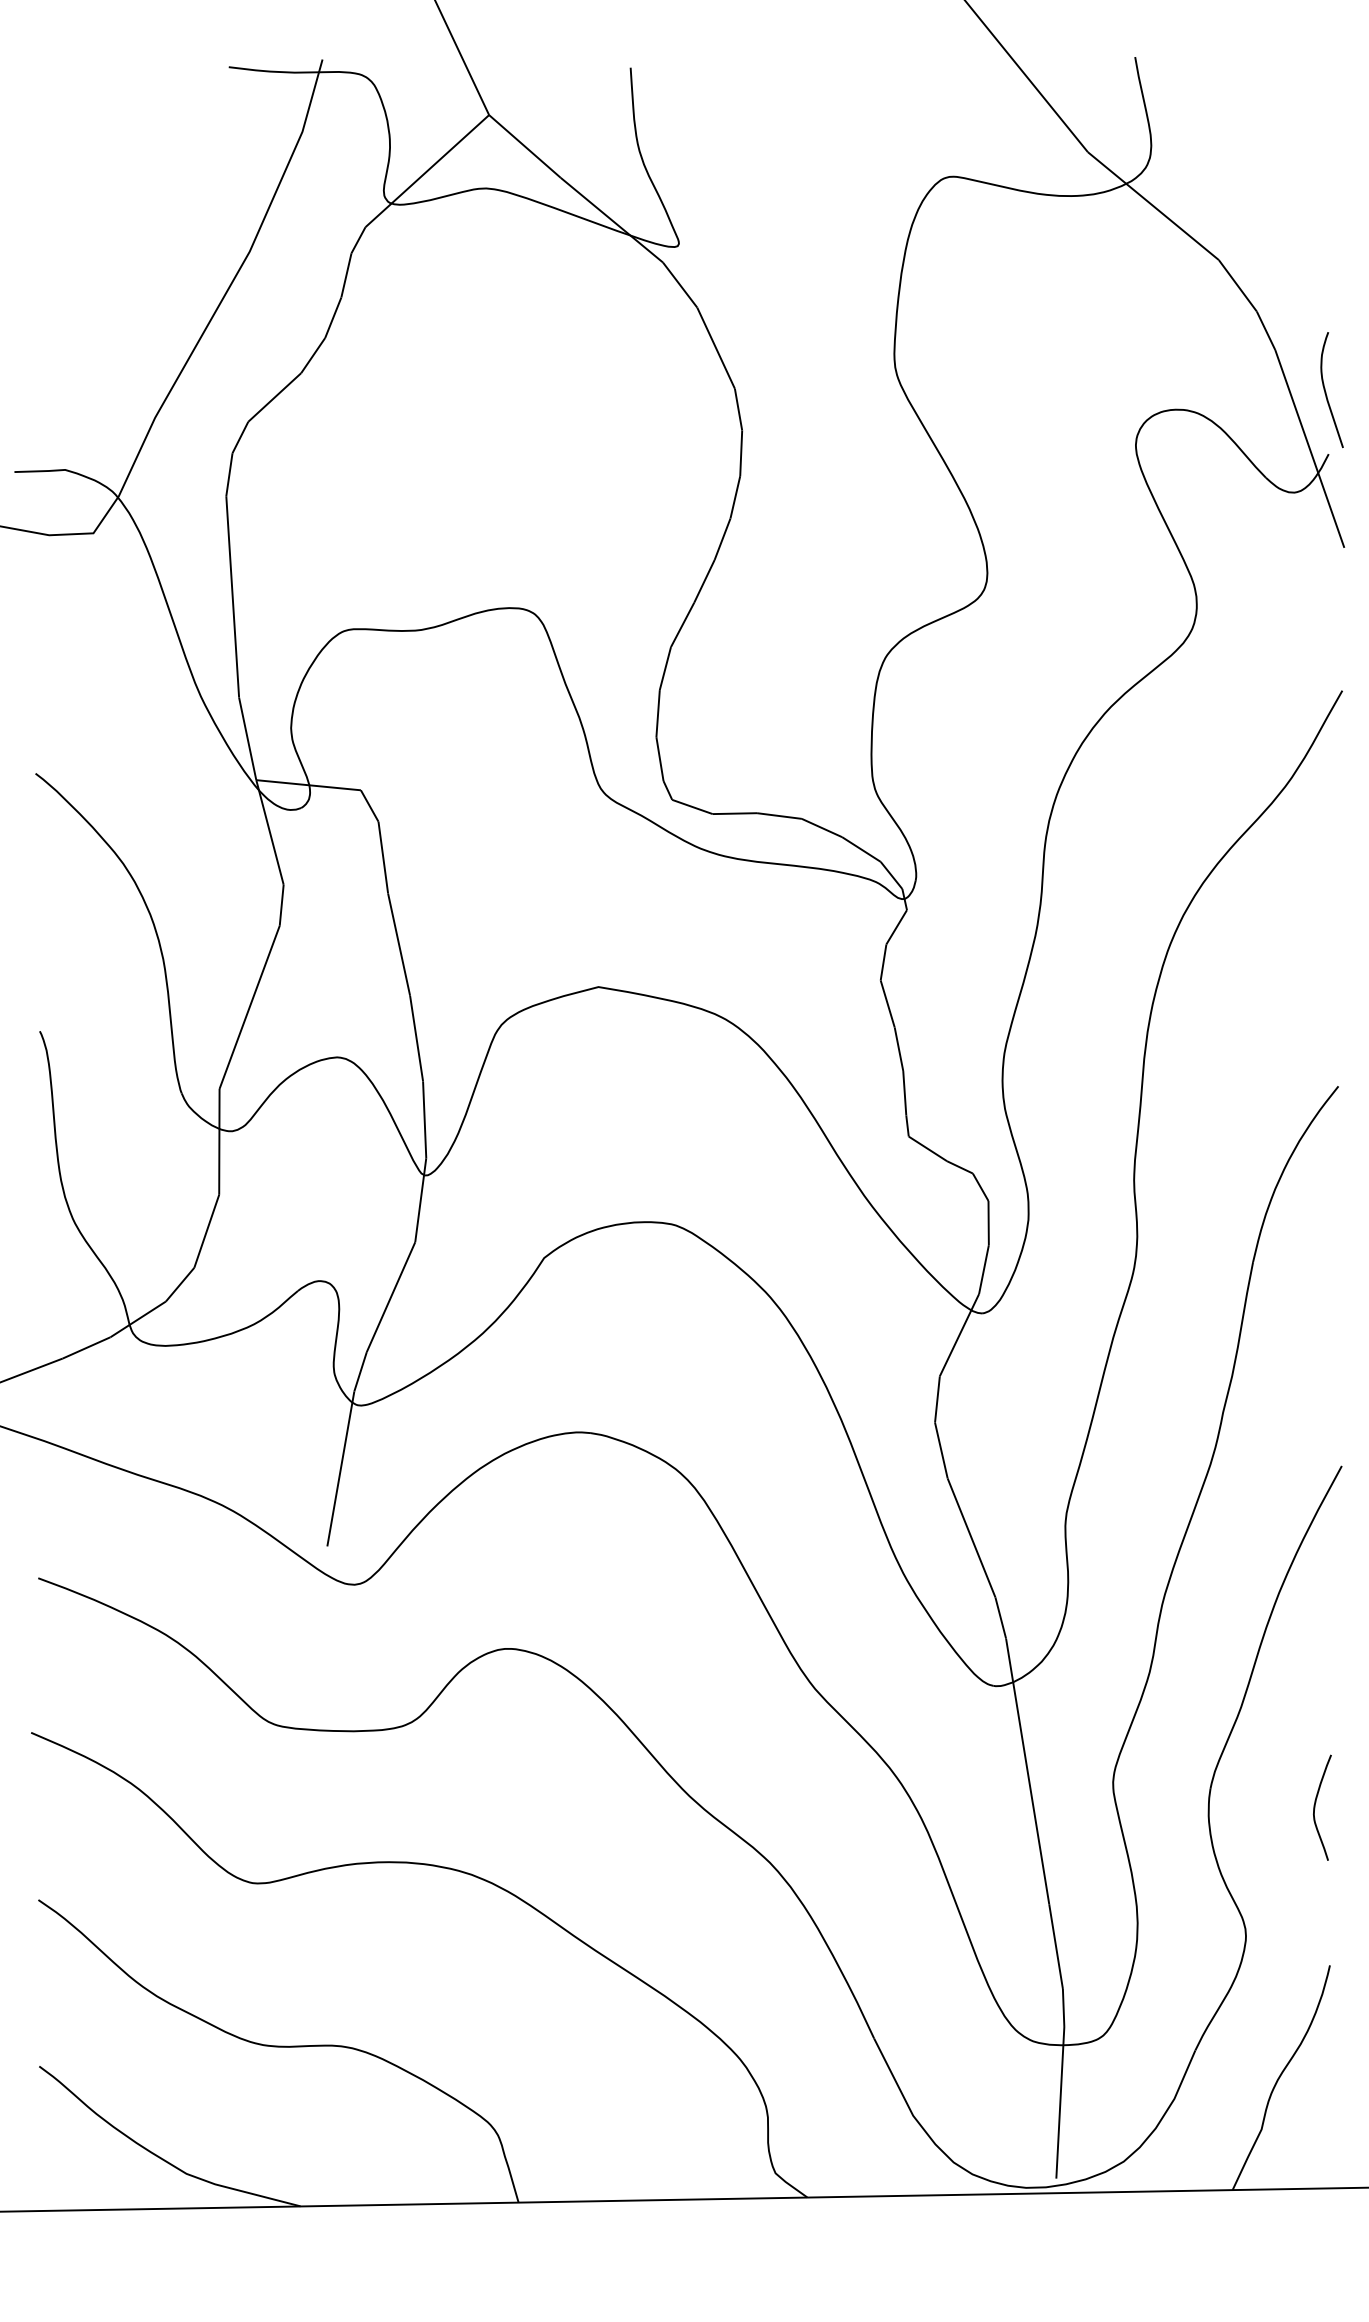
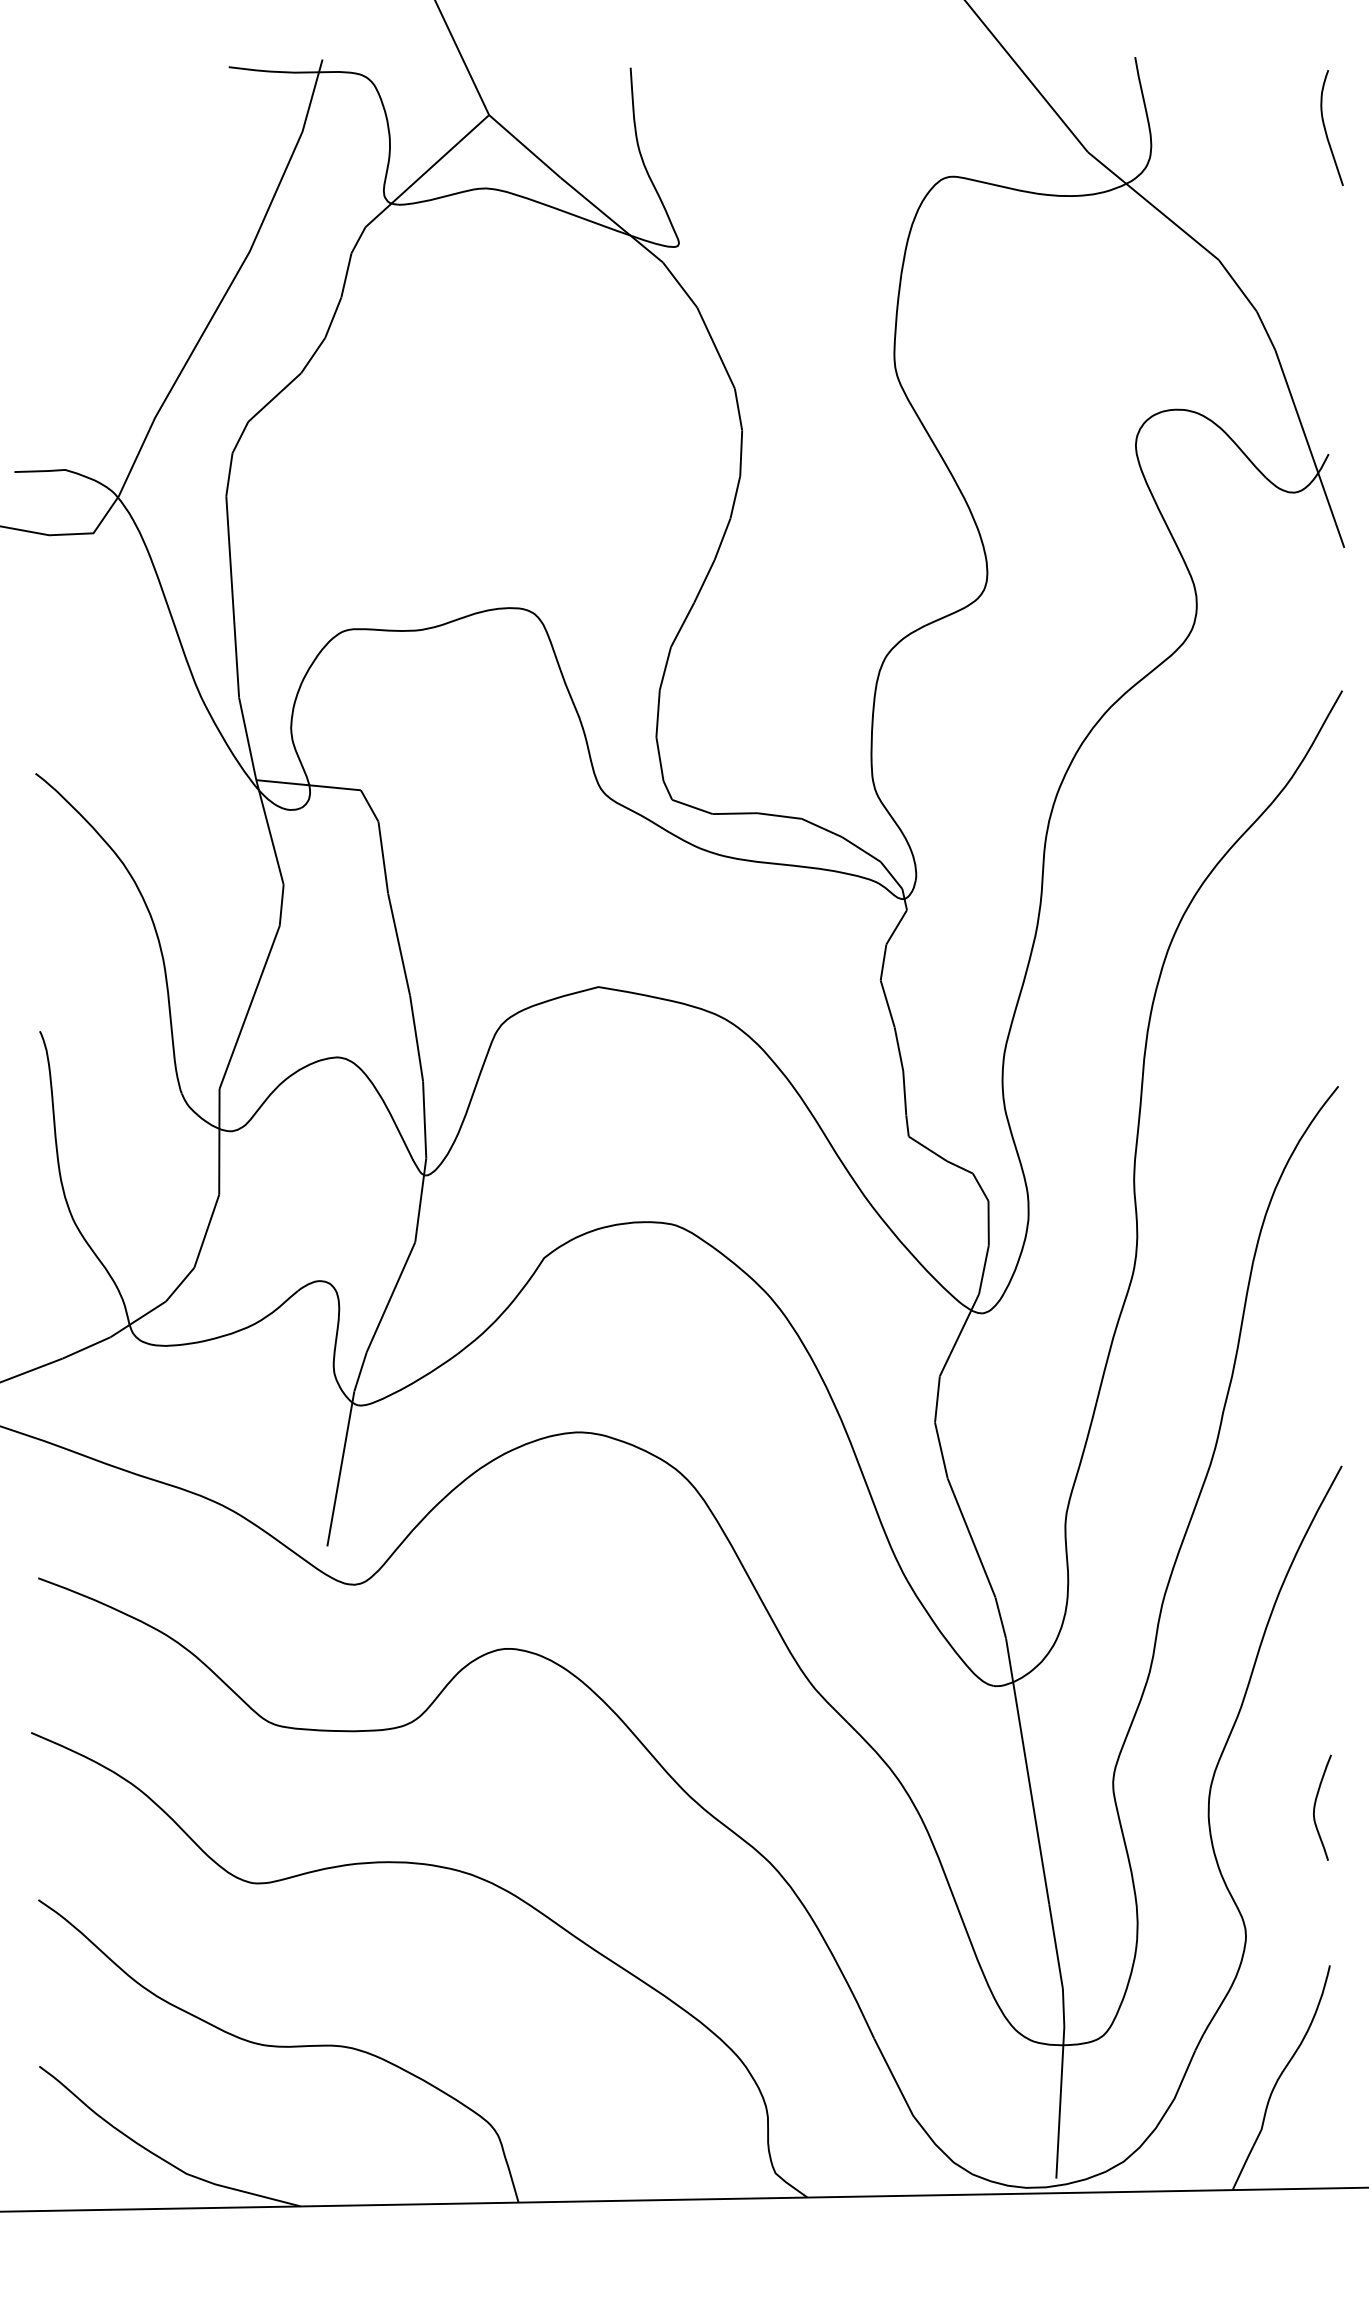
curve at (1326, 391) position: (1326, 391) -> (1326, 129)
